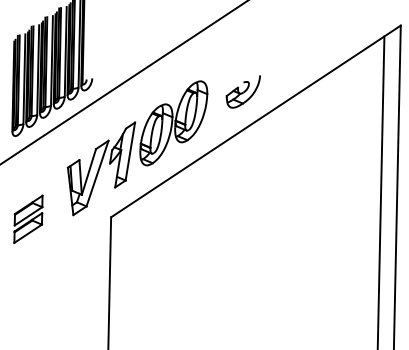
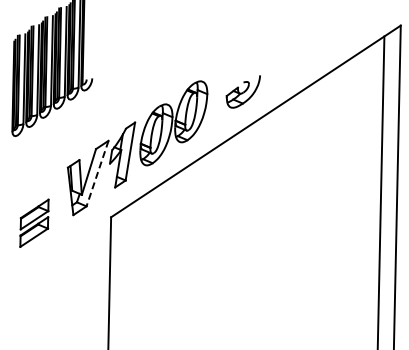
line at (123, 82): present -> none
line at (97, 173): solid -> dashed
part at (28, 218) position: (28, 218) -> (34, 222)
